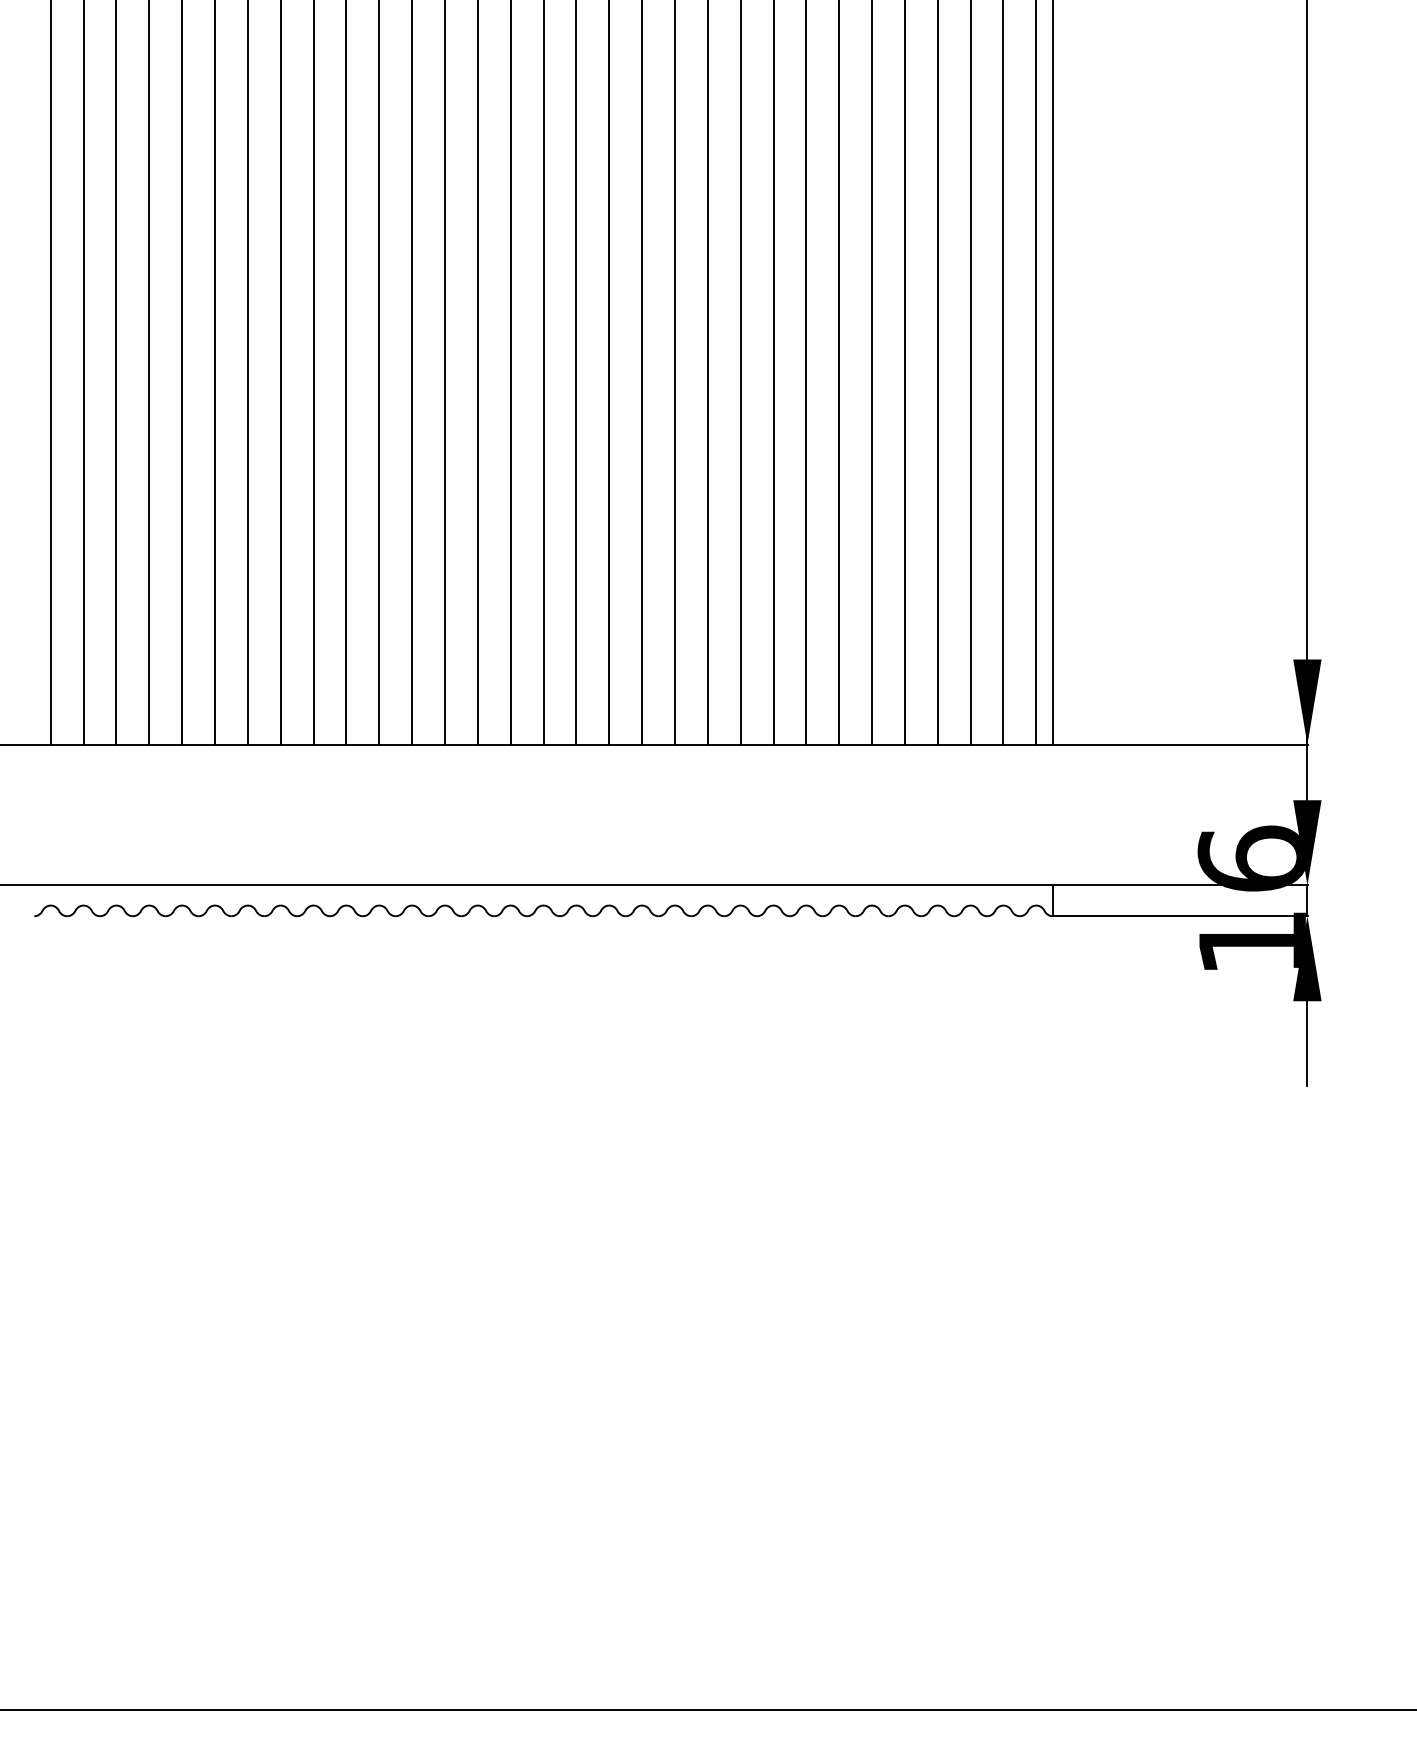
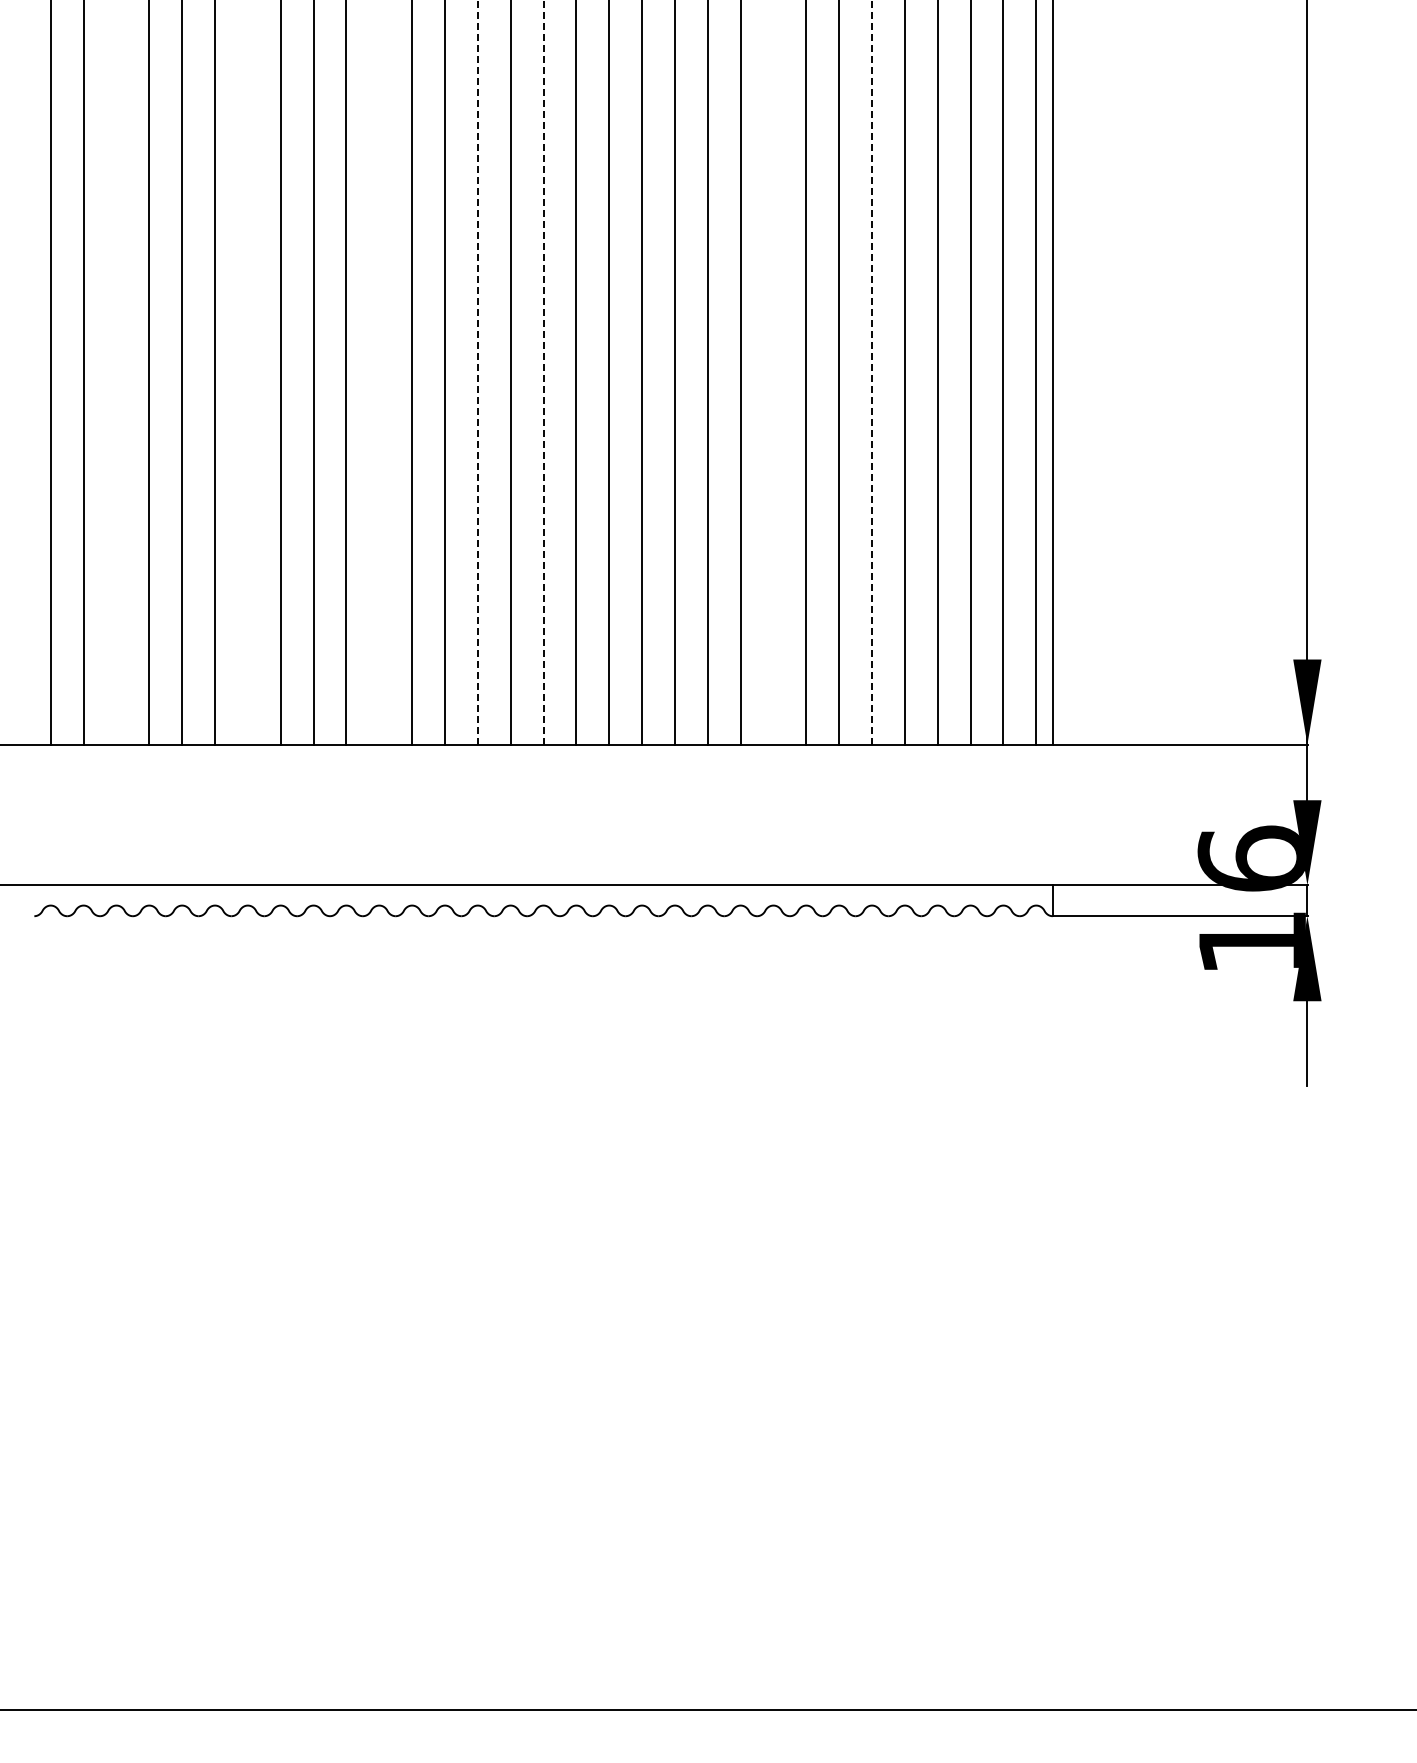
line at (477, 372): solid -> dashed
line at (543, 372): solid -> dashed
line at (872, 372): solid -> dashed
line at (116, 373): present -> none
line at (247, 373): present -> none
line at (379, 373): present -> none
line at (773, 373): present -> none
